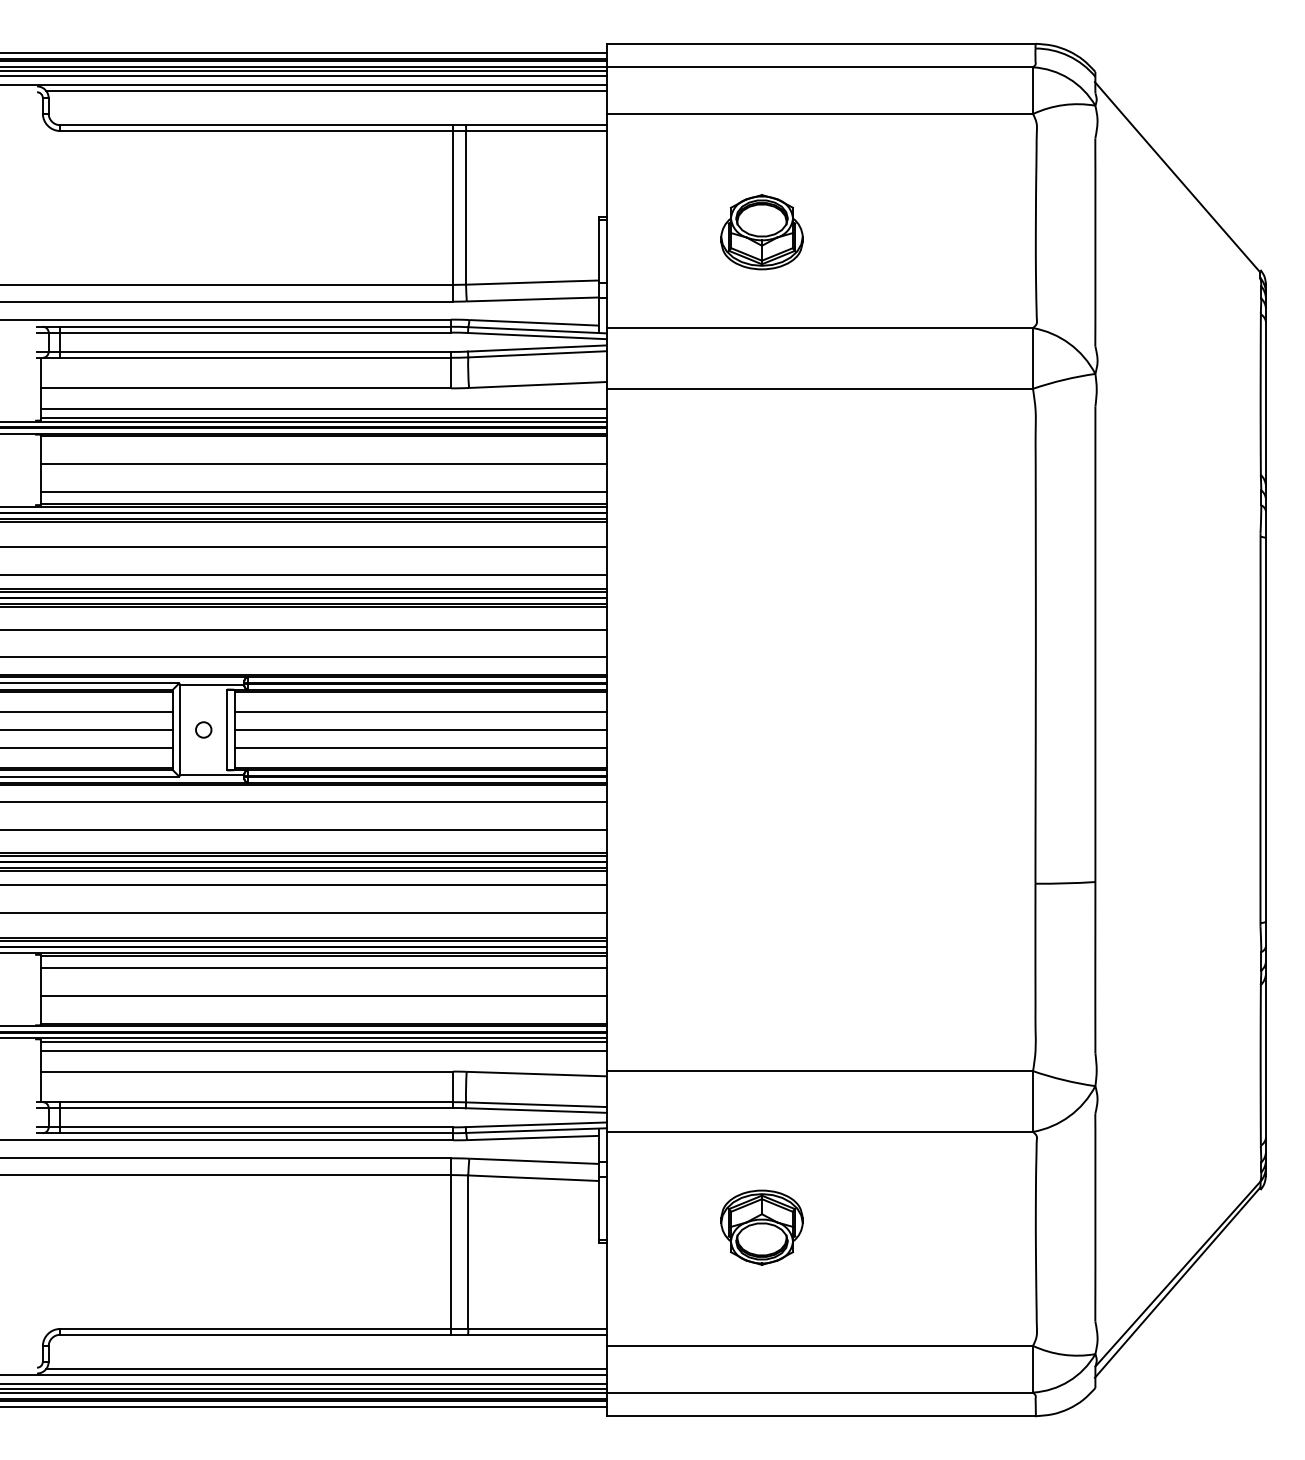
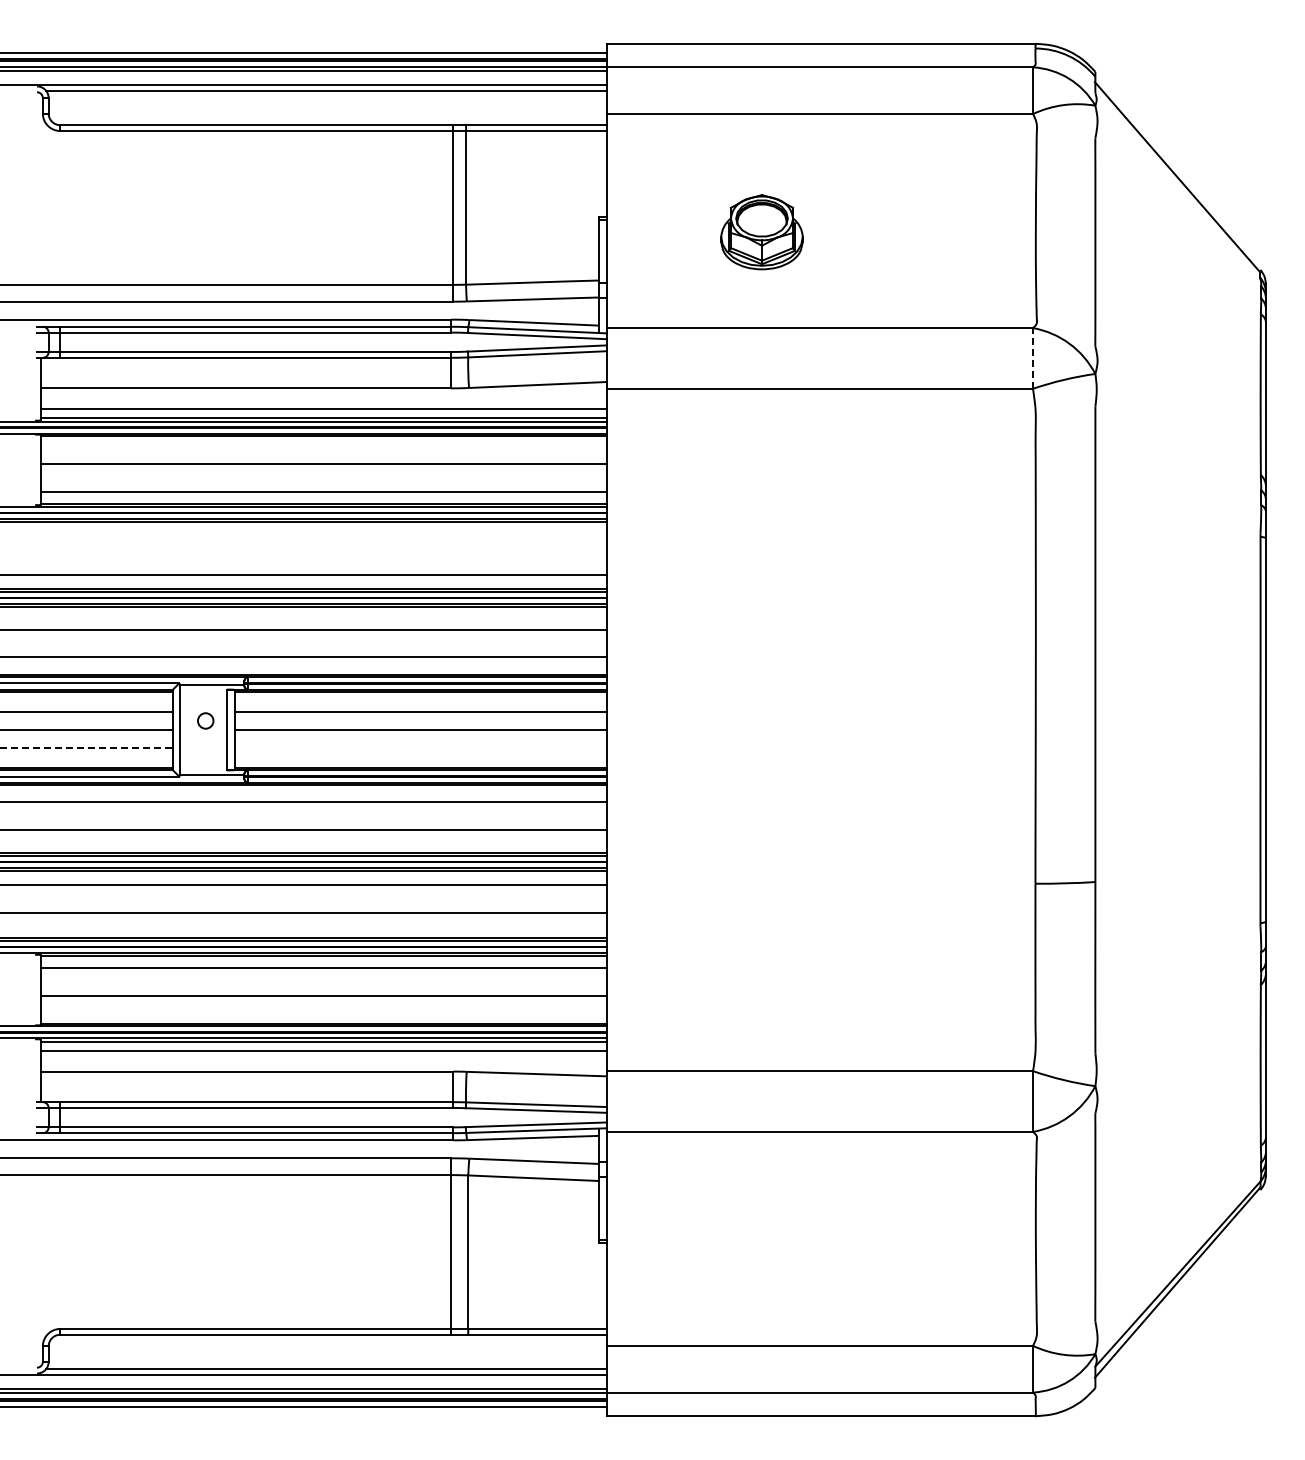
line at (304, 76): present -> none
line at (1032, 357): solid -> dashed
line at (304, 546): present -> none
part at (203, 729) position: (203, 729) -> (205, 720)
line at (86, 747): solid -> dashed
line at (420, 747): present -> none
part at (761, 1227): present -> none
line at (304, 1383): present -> none
